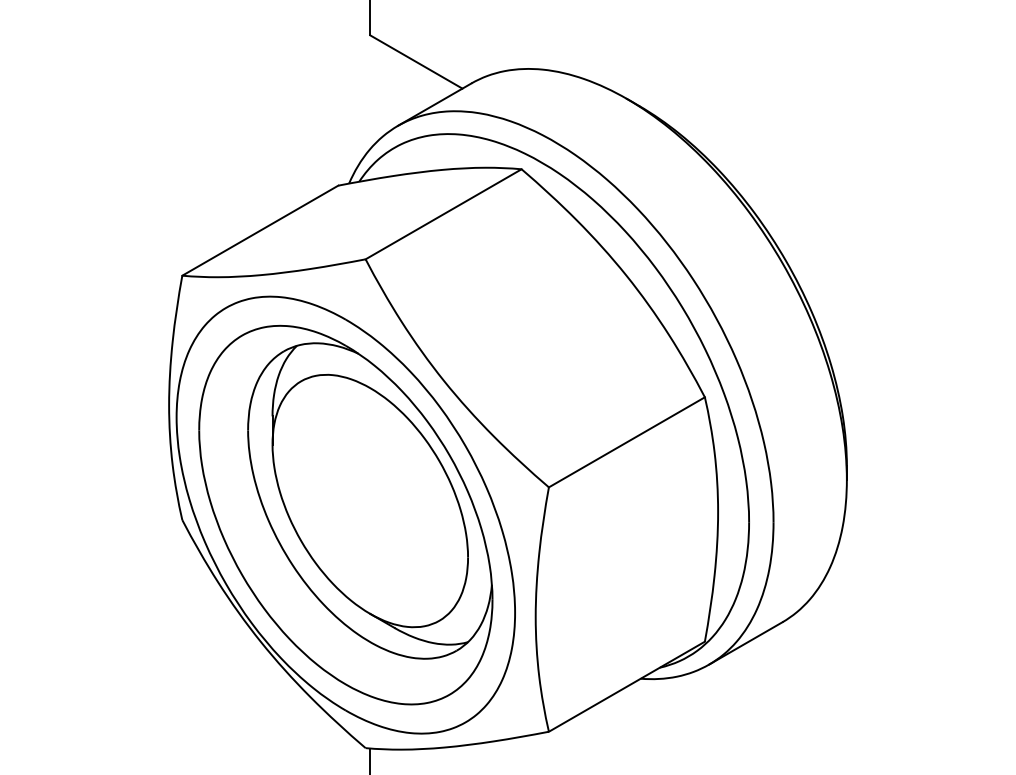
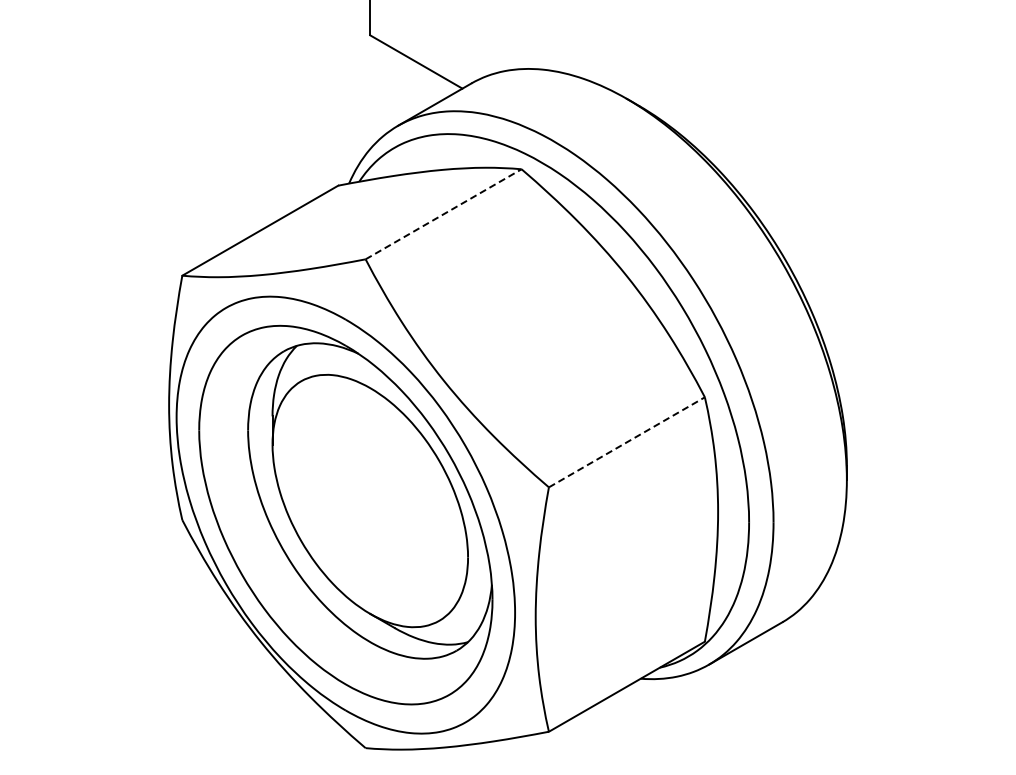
line at (444, 214): solid -> dashed
line at (627, 442): solid -> dashed
line at (370, 759): present -> none
